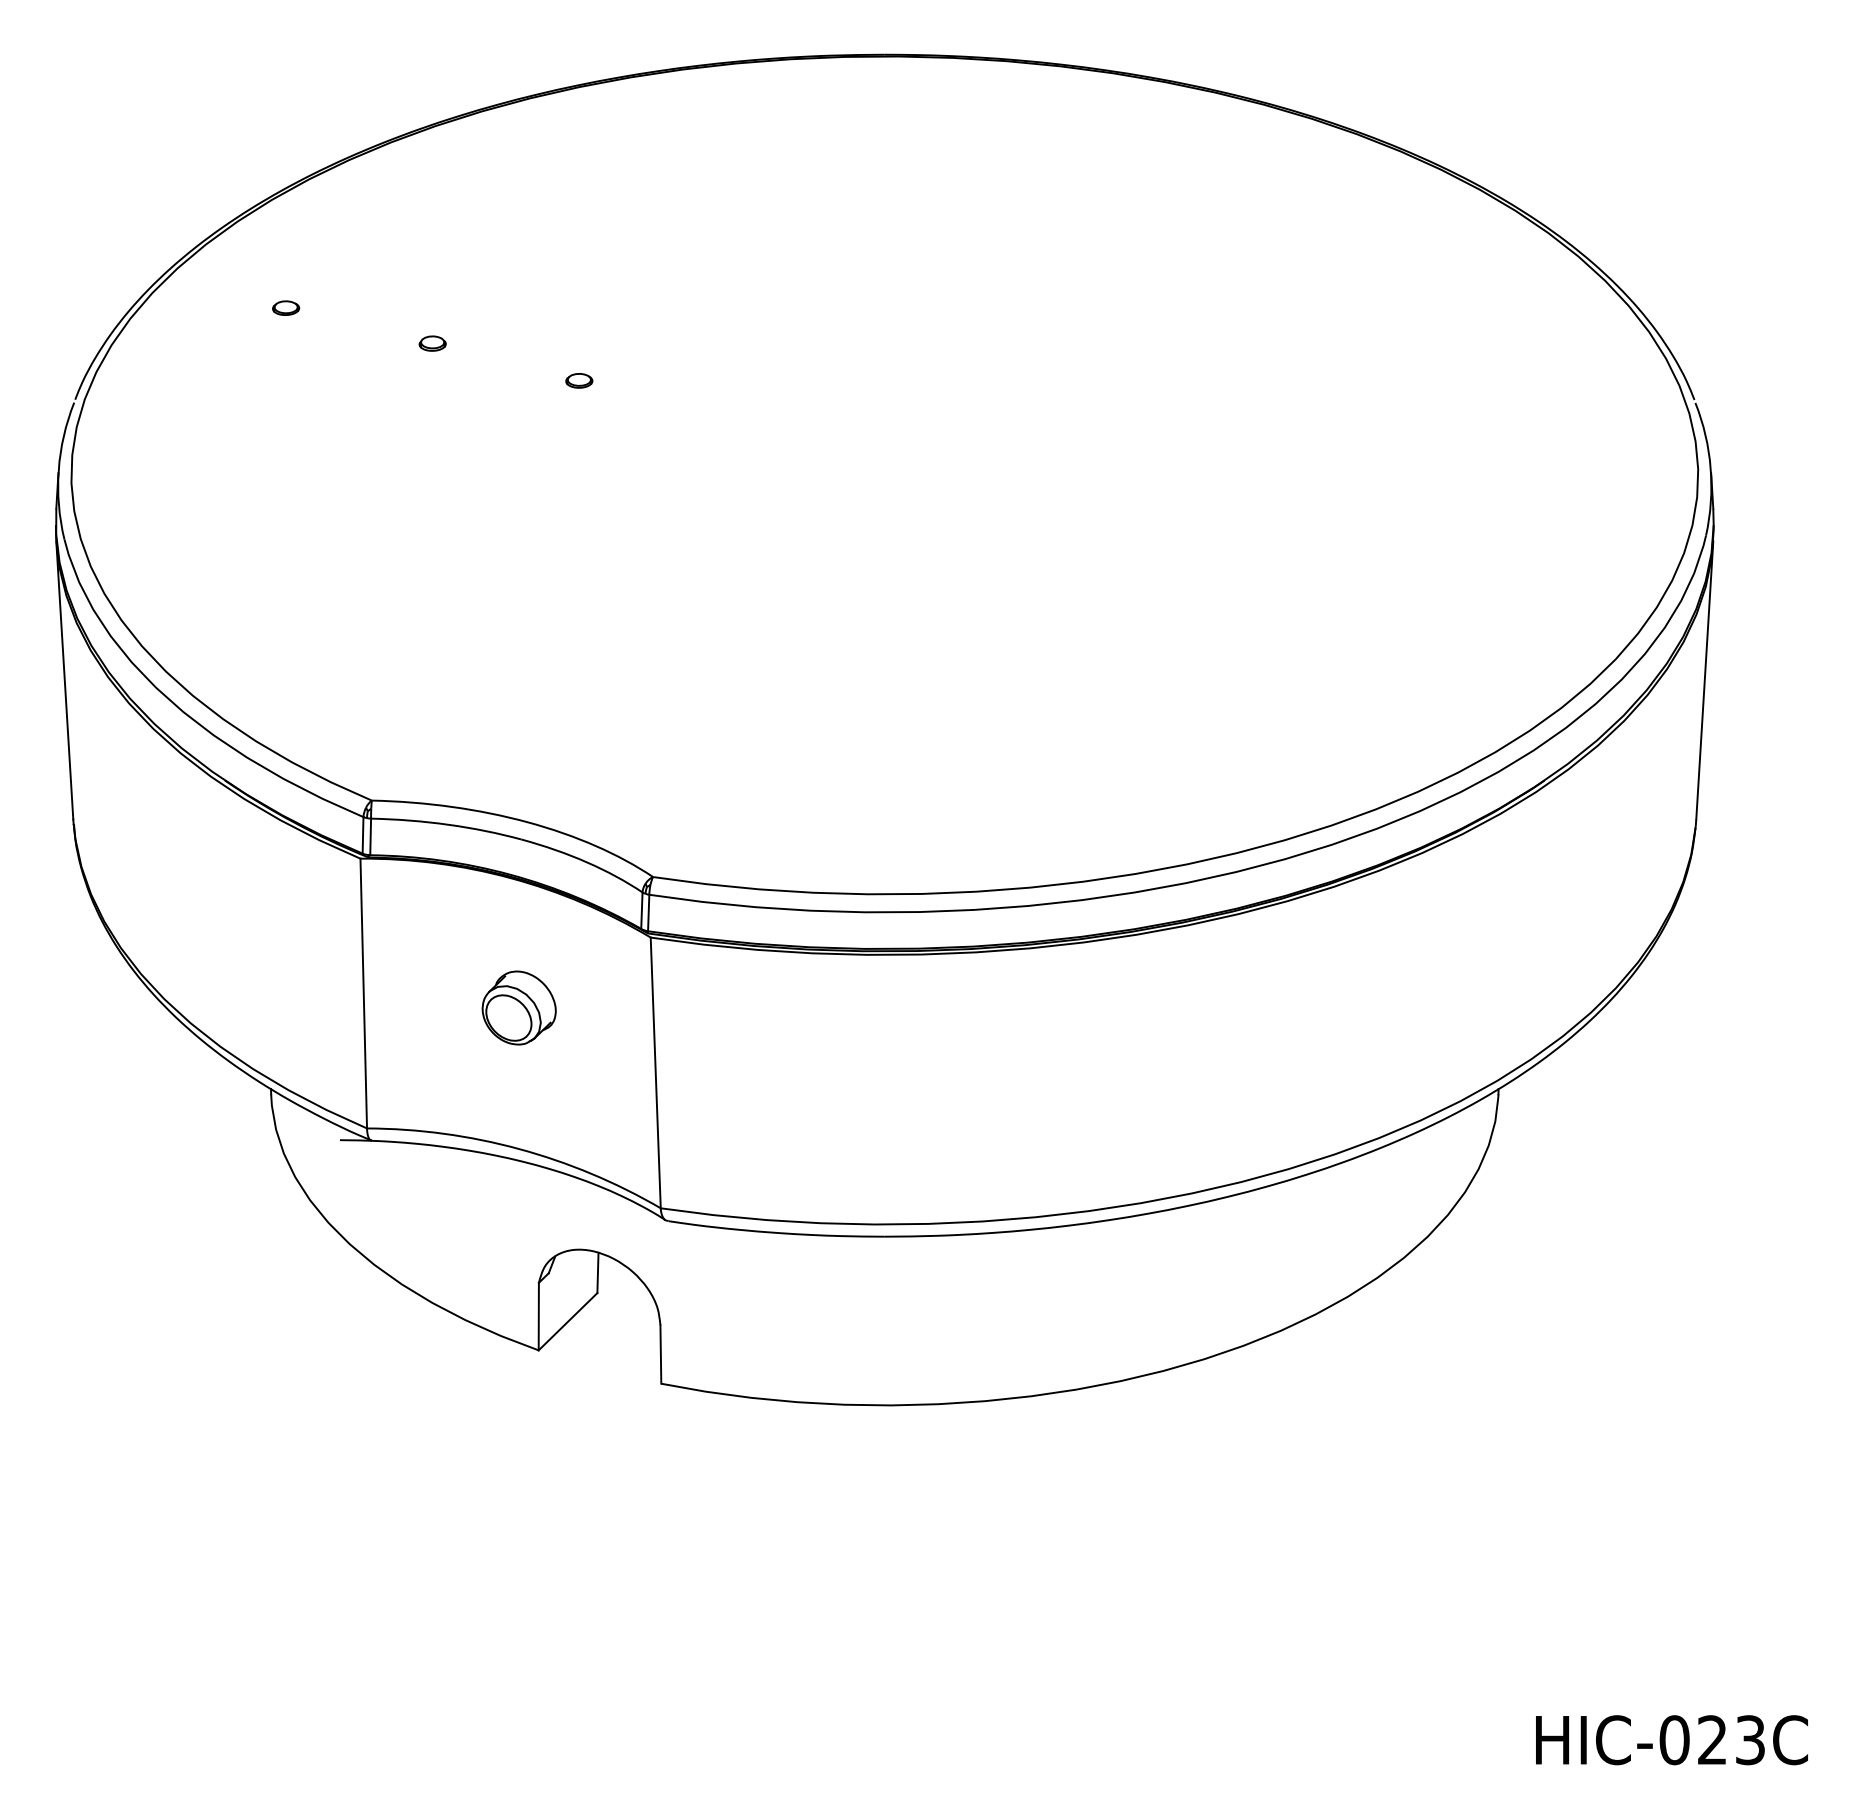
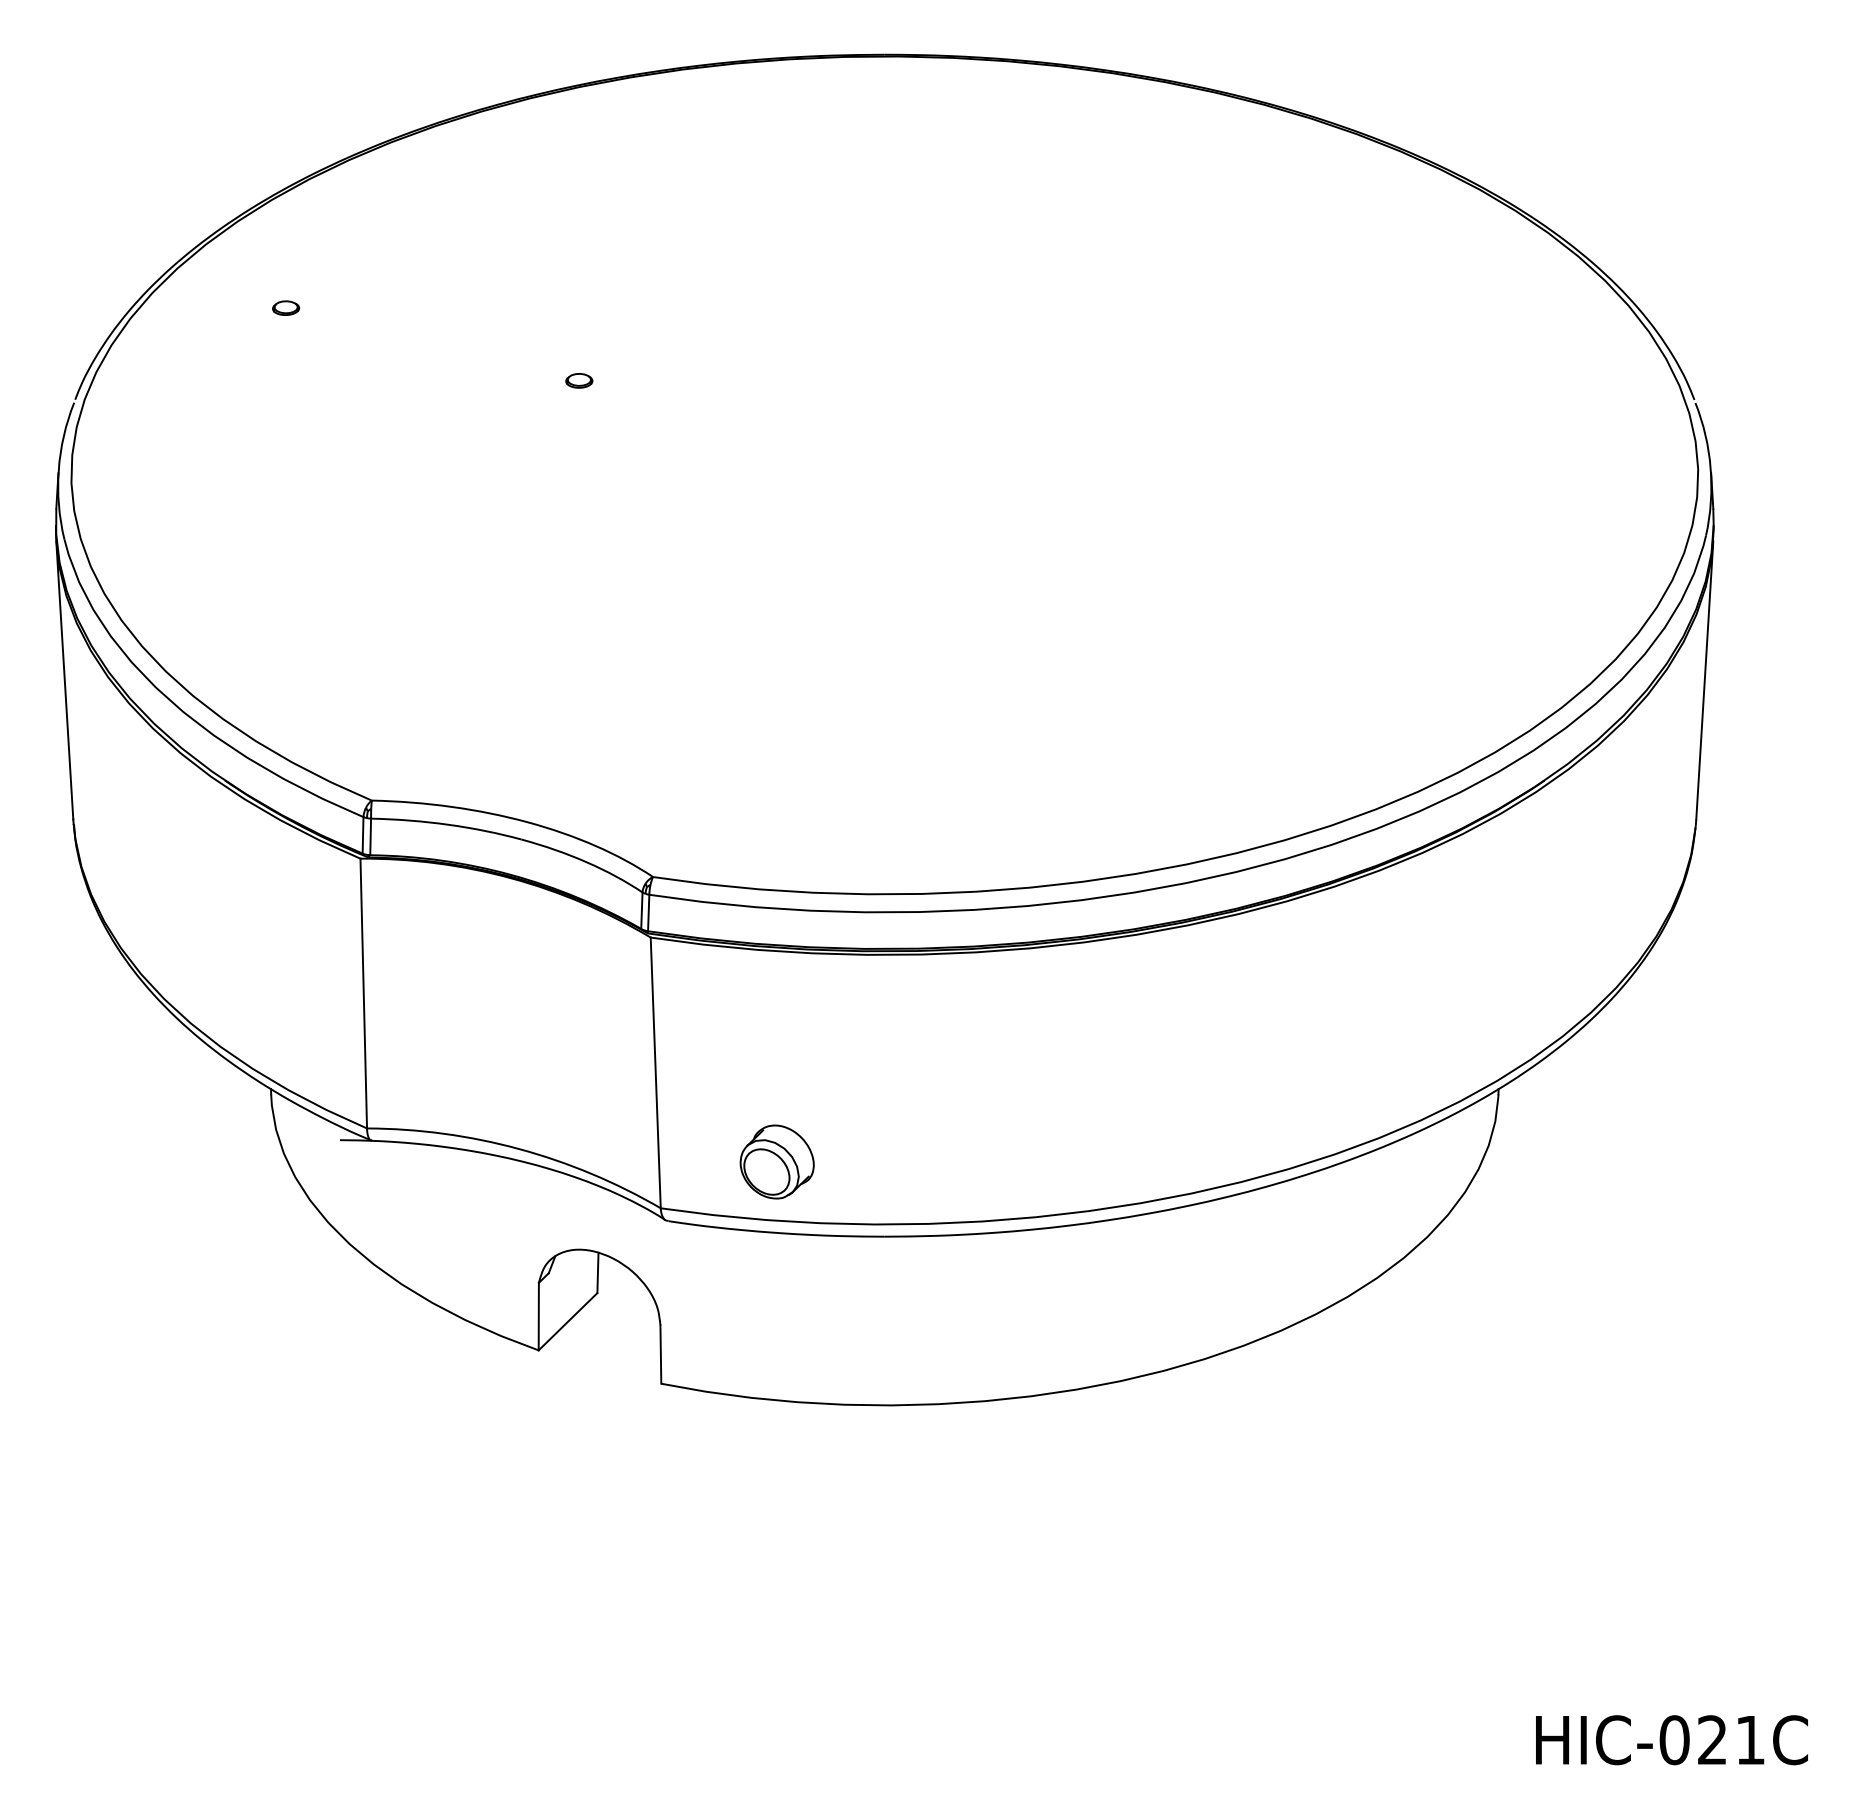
part at (432, 343): present -> none
part at (518, 1007) position: (518, 1007) -> (776, 1161)
text at (1750, 1740): HIC-023C -> HIC-021C
